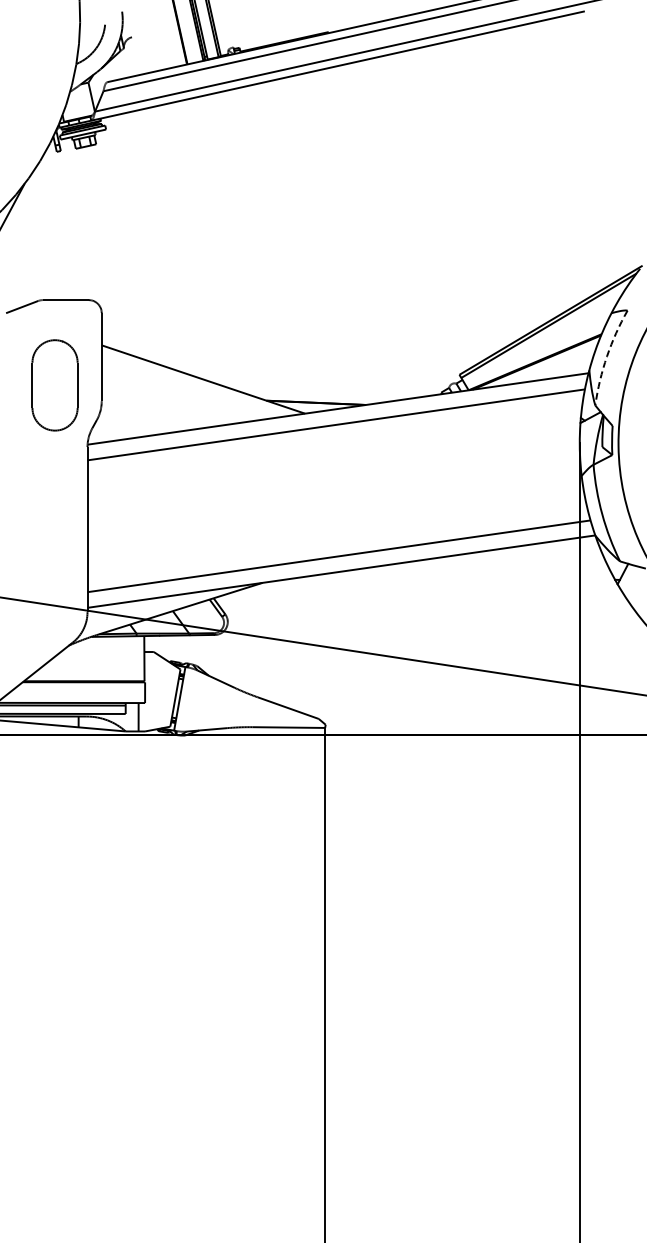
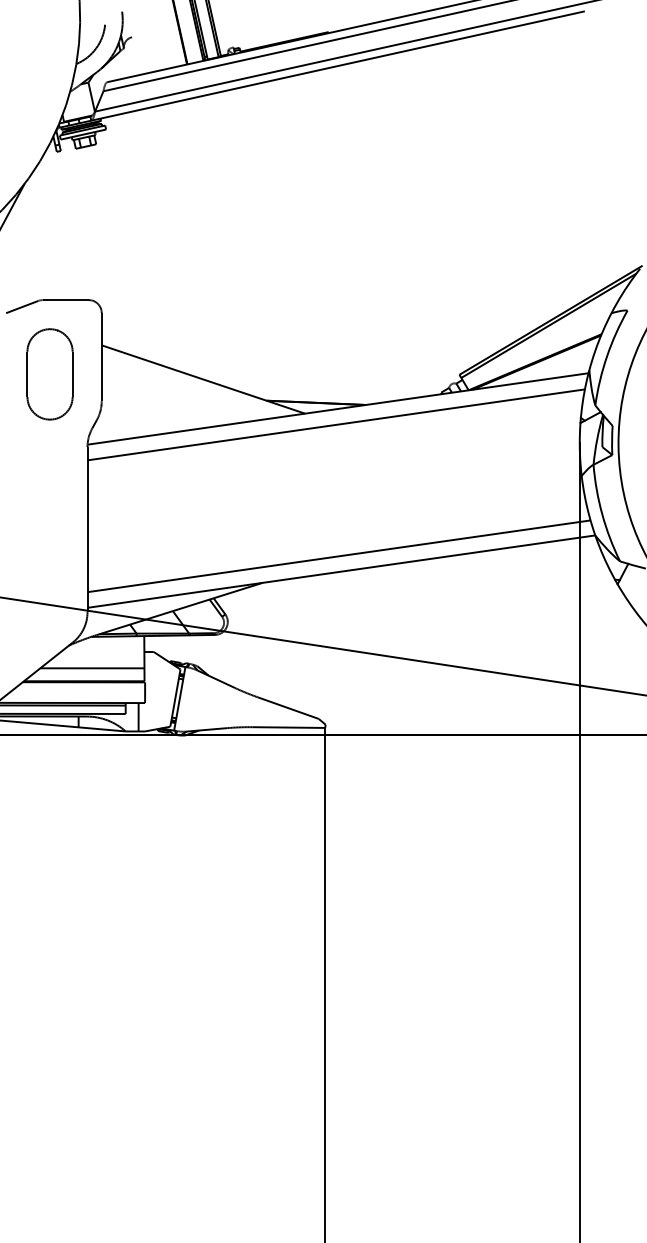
arc at (607, 356): dashed -> solid
part at (54, 385) position: (54, 385) -> (49, 374)
line at (92, 668): none -> present
